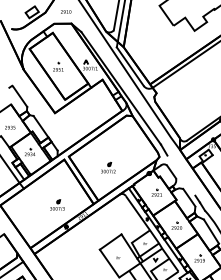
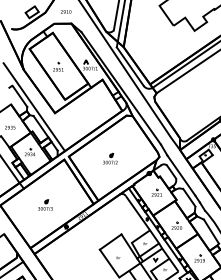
line at (186, 72): none -> present
line at (34, 107): none -> present
part at (108, 167) position: (108, 167) -> (110, 158)
line at (181, 175): none -> present
part at (57, 204) position: (57, 204) -> (45, 204)
